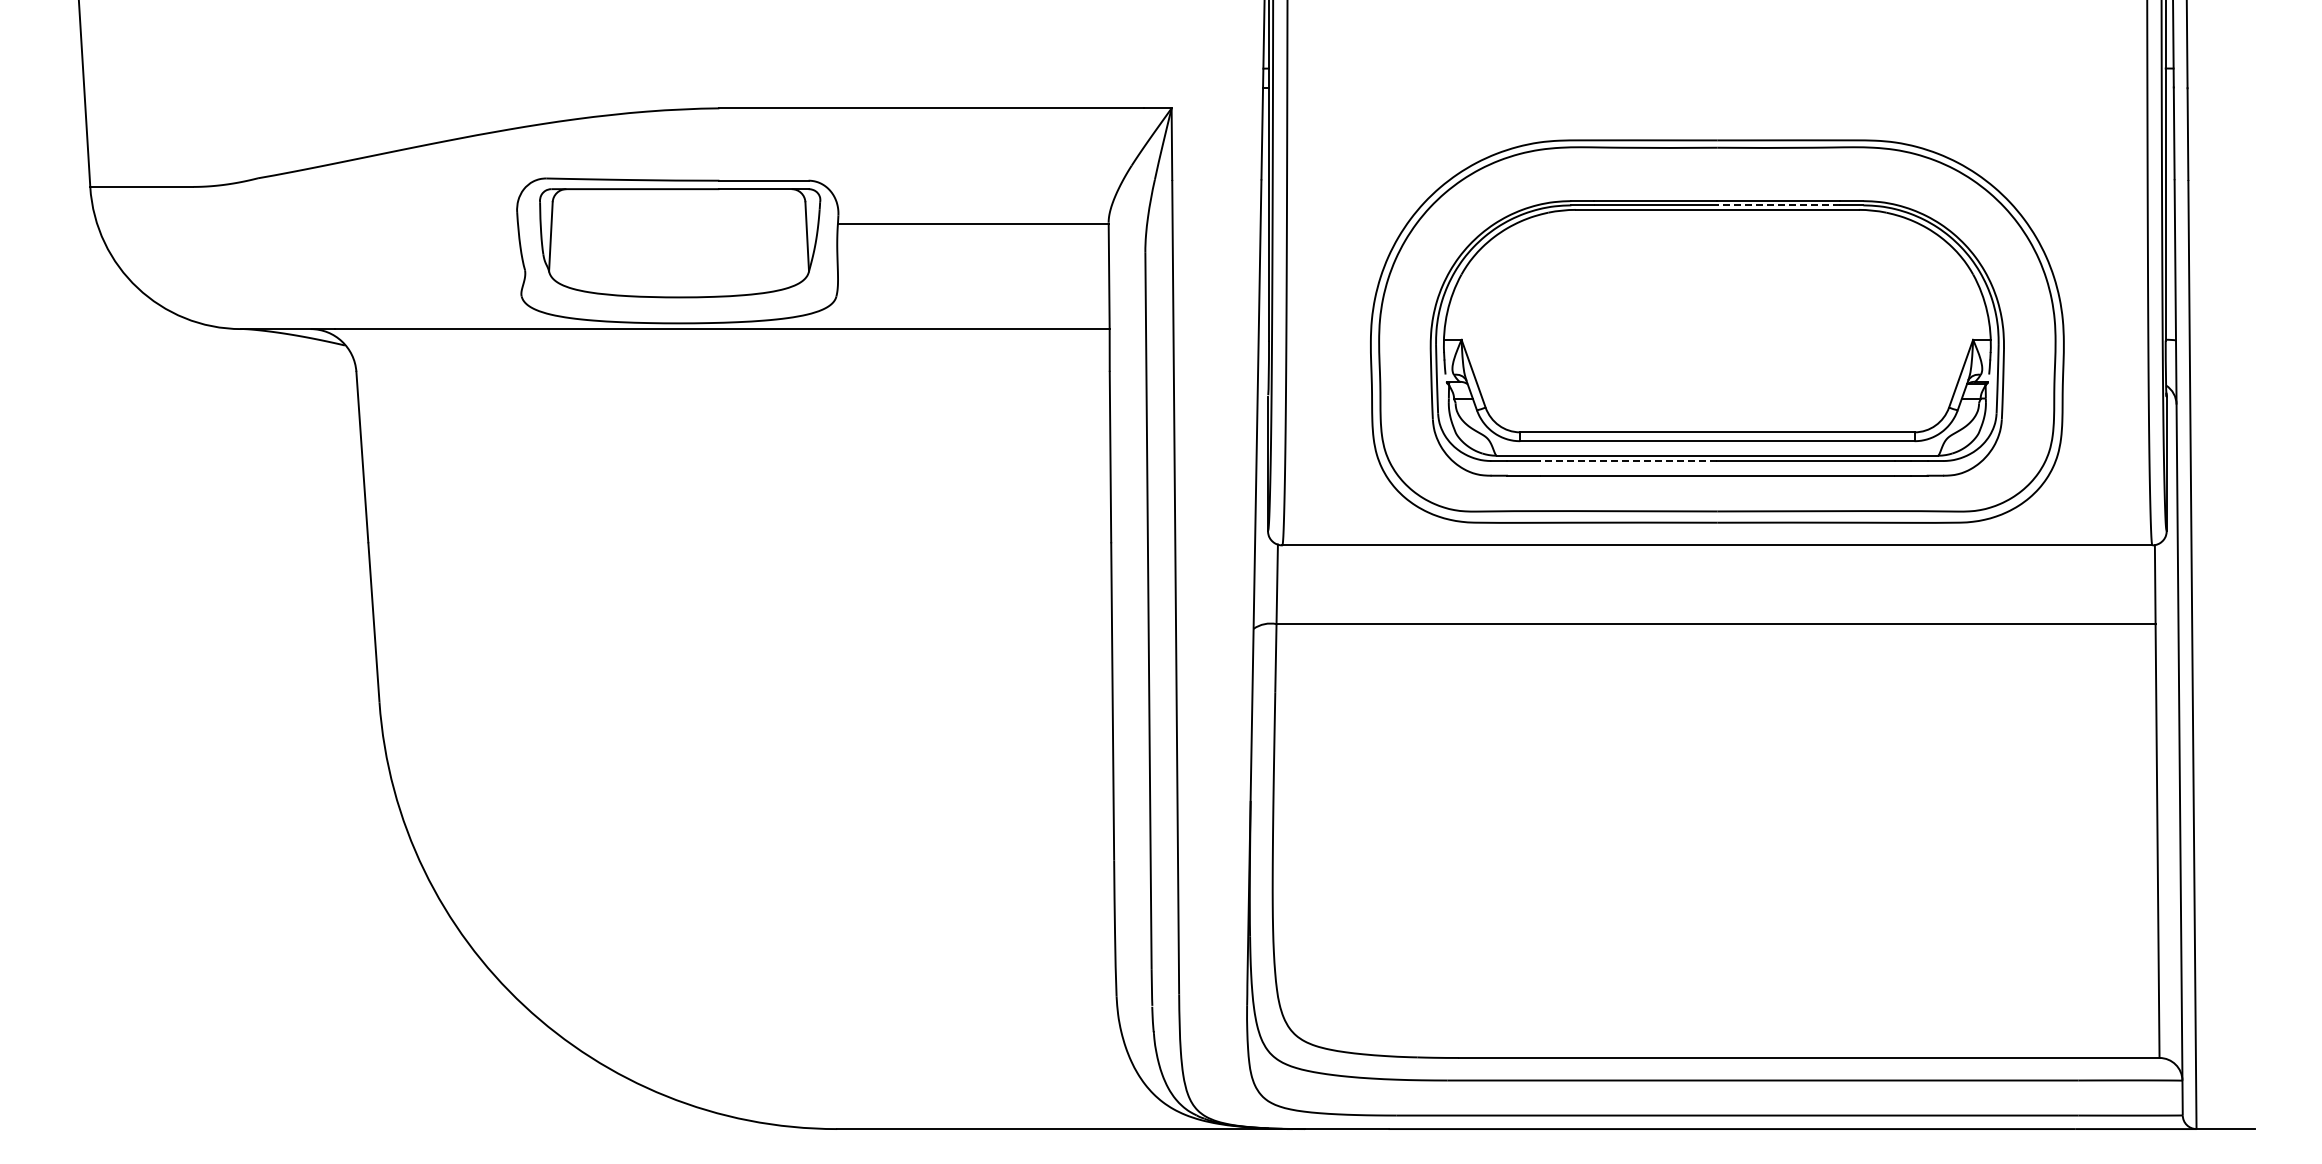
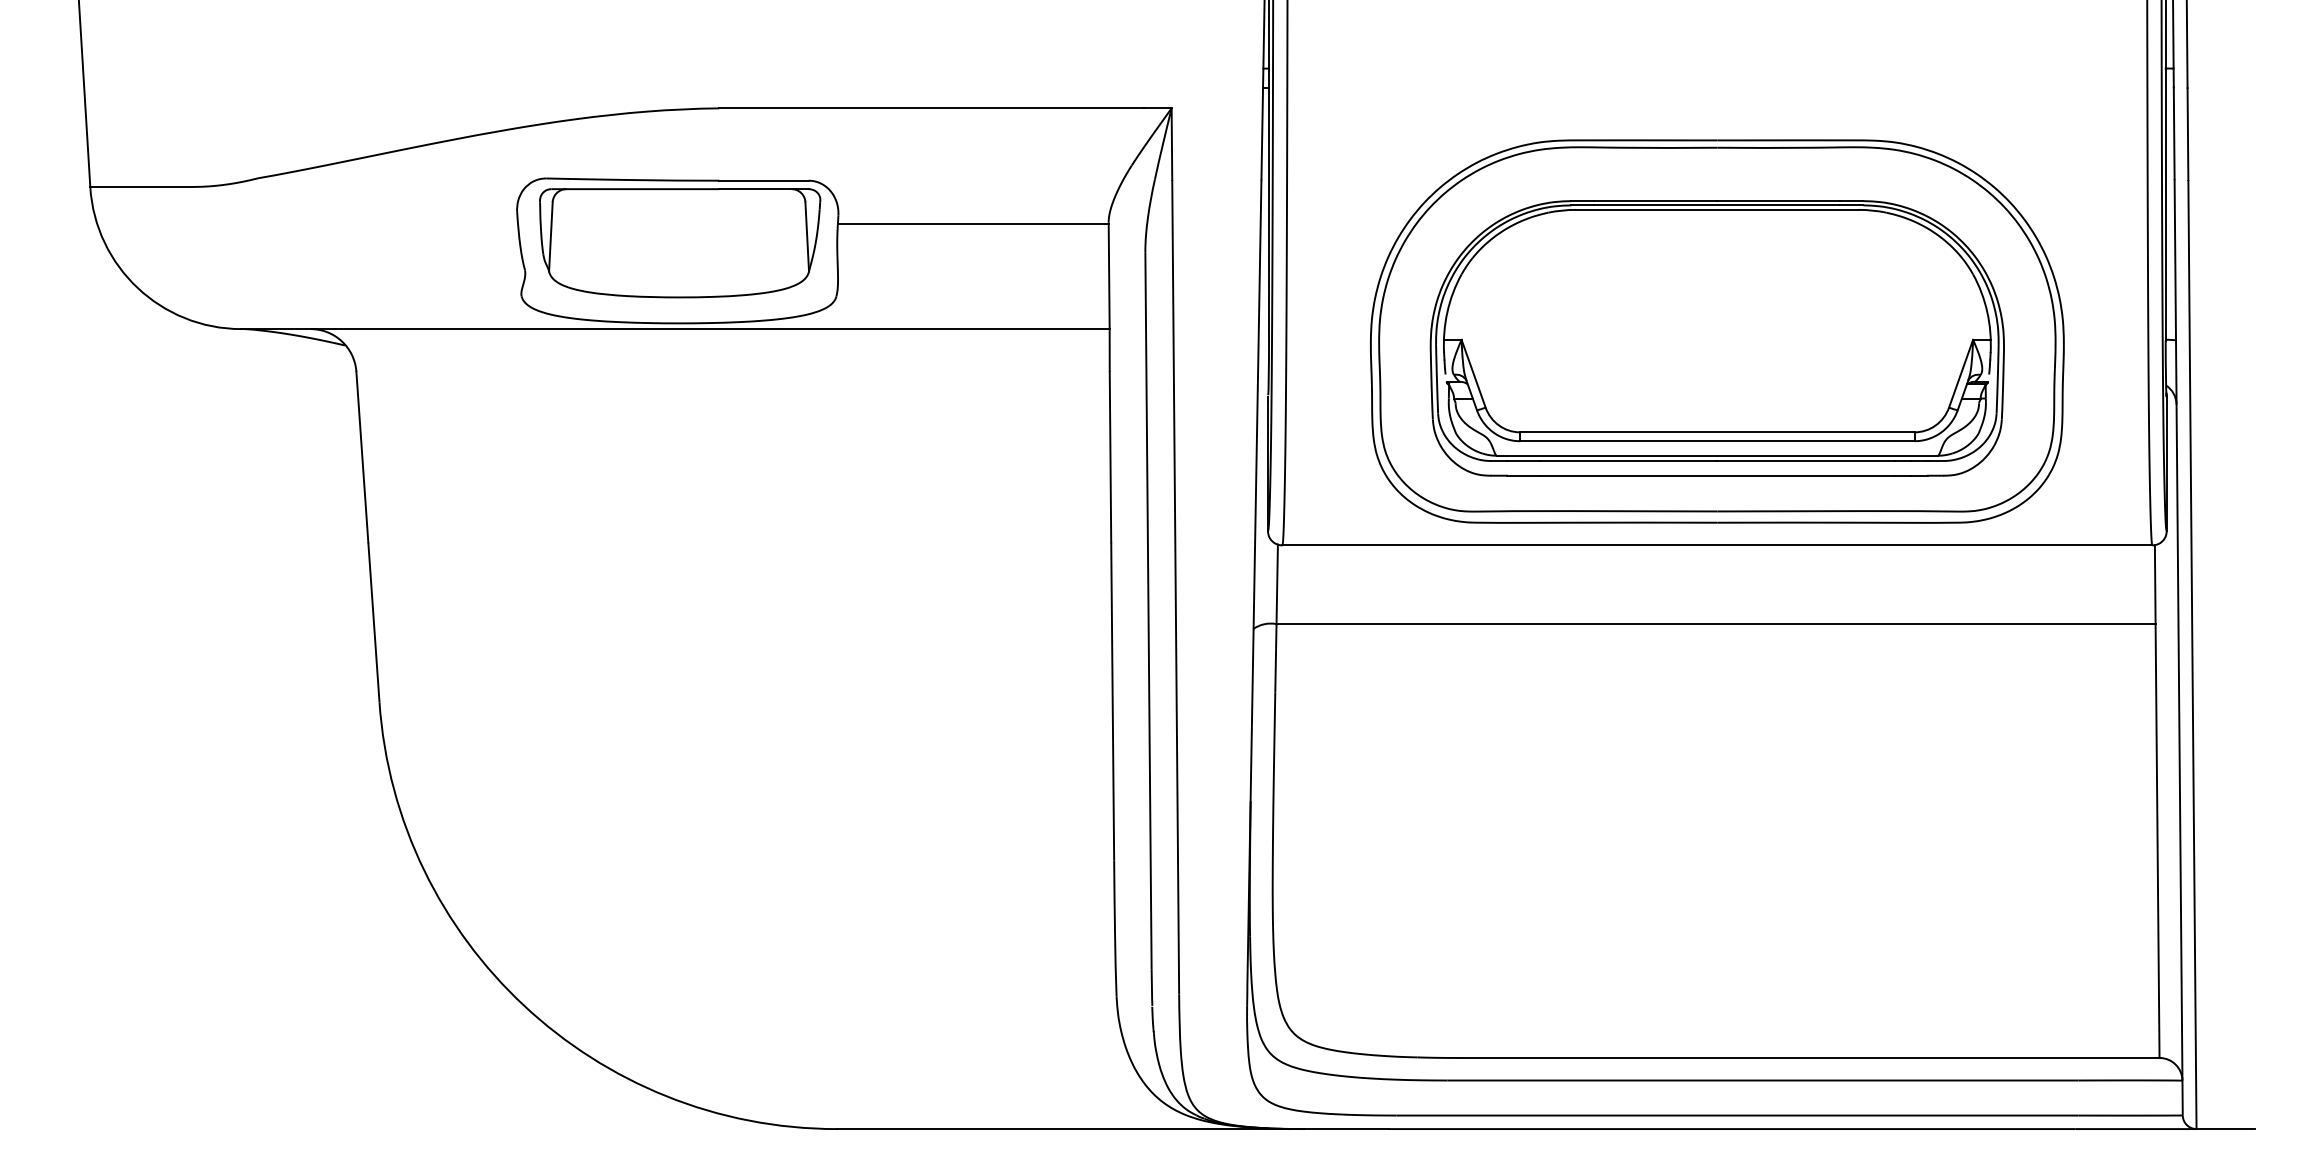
line at (1778, 205): dashed -> solid
line at (1628, 461): dashed -> solid
